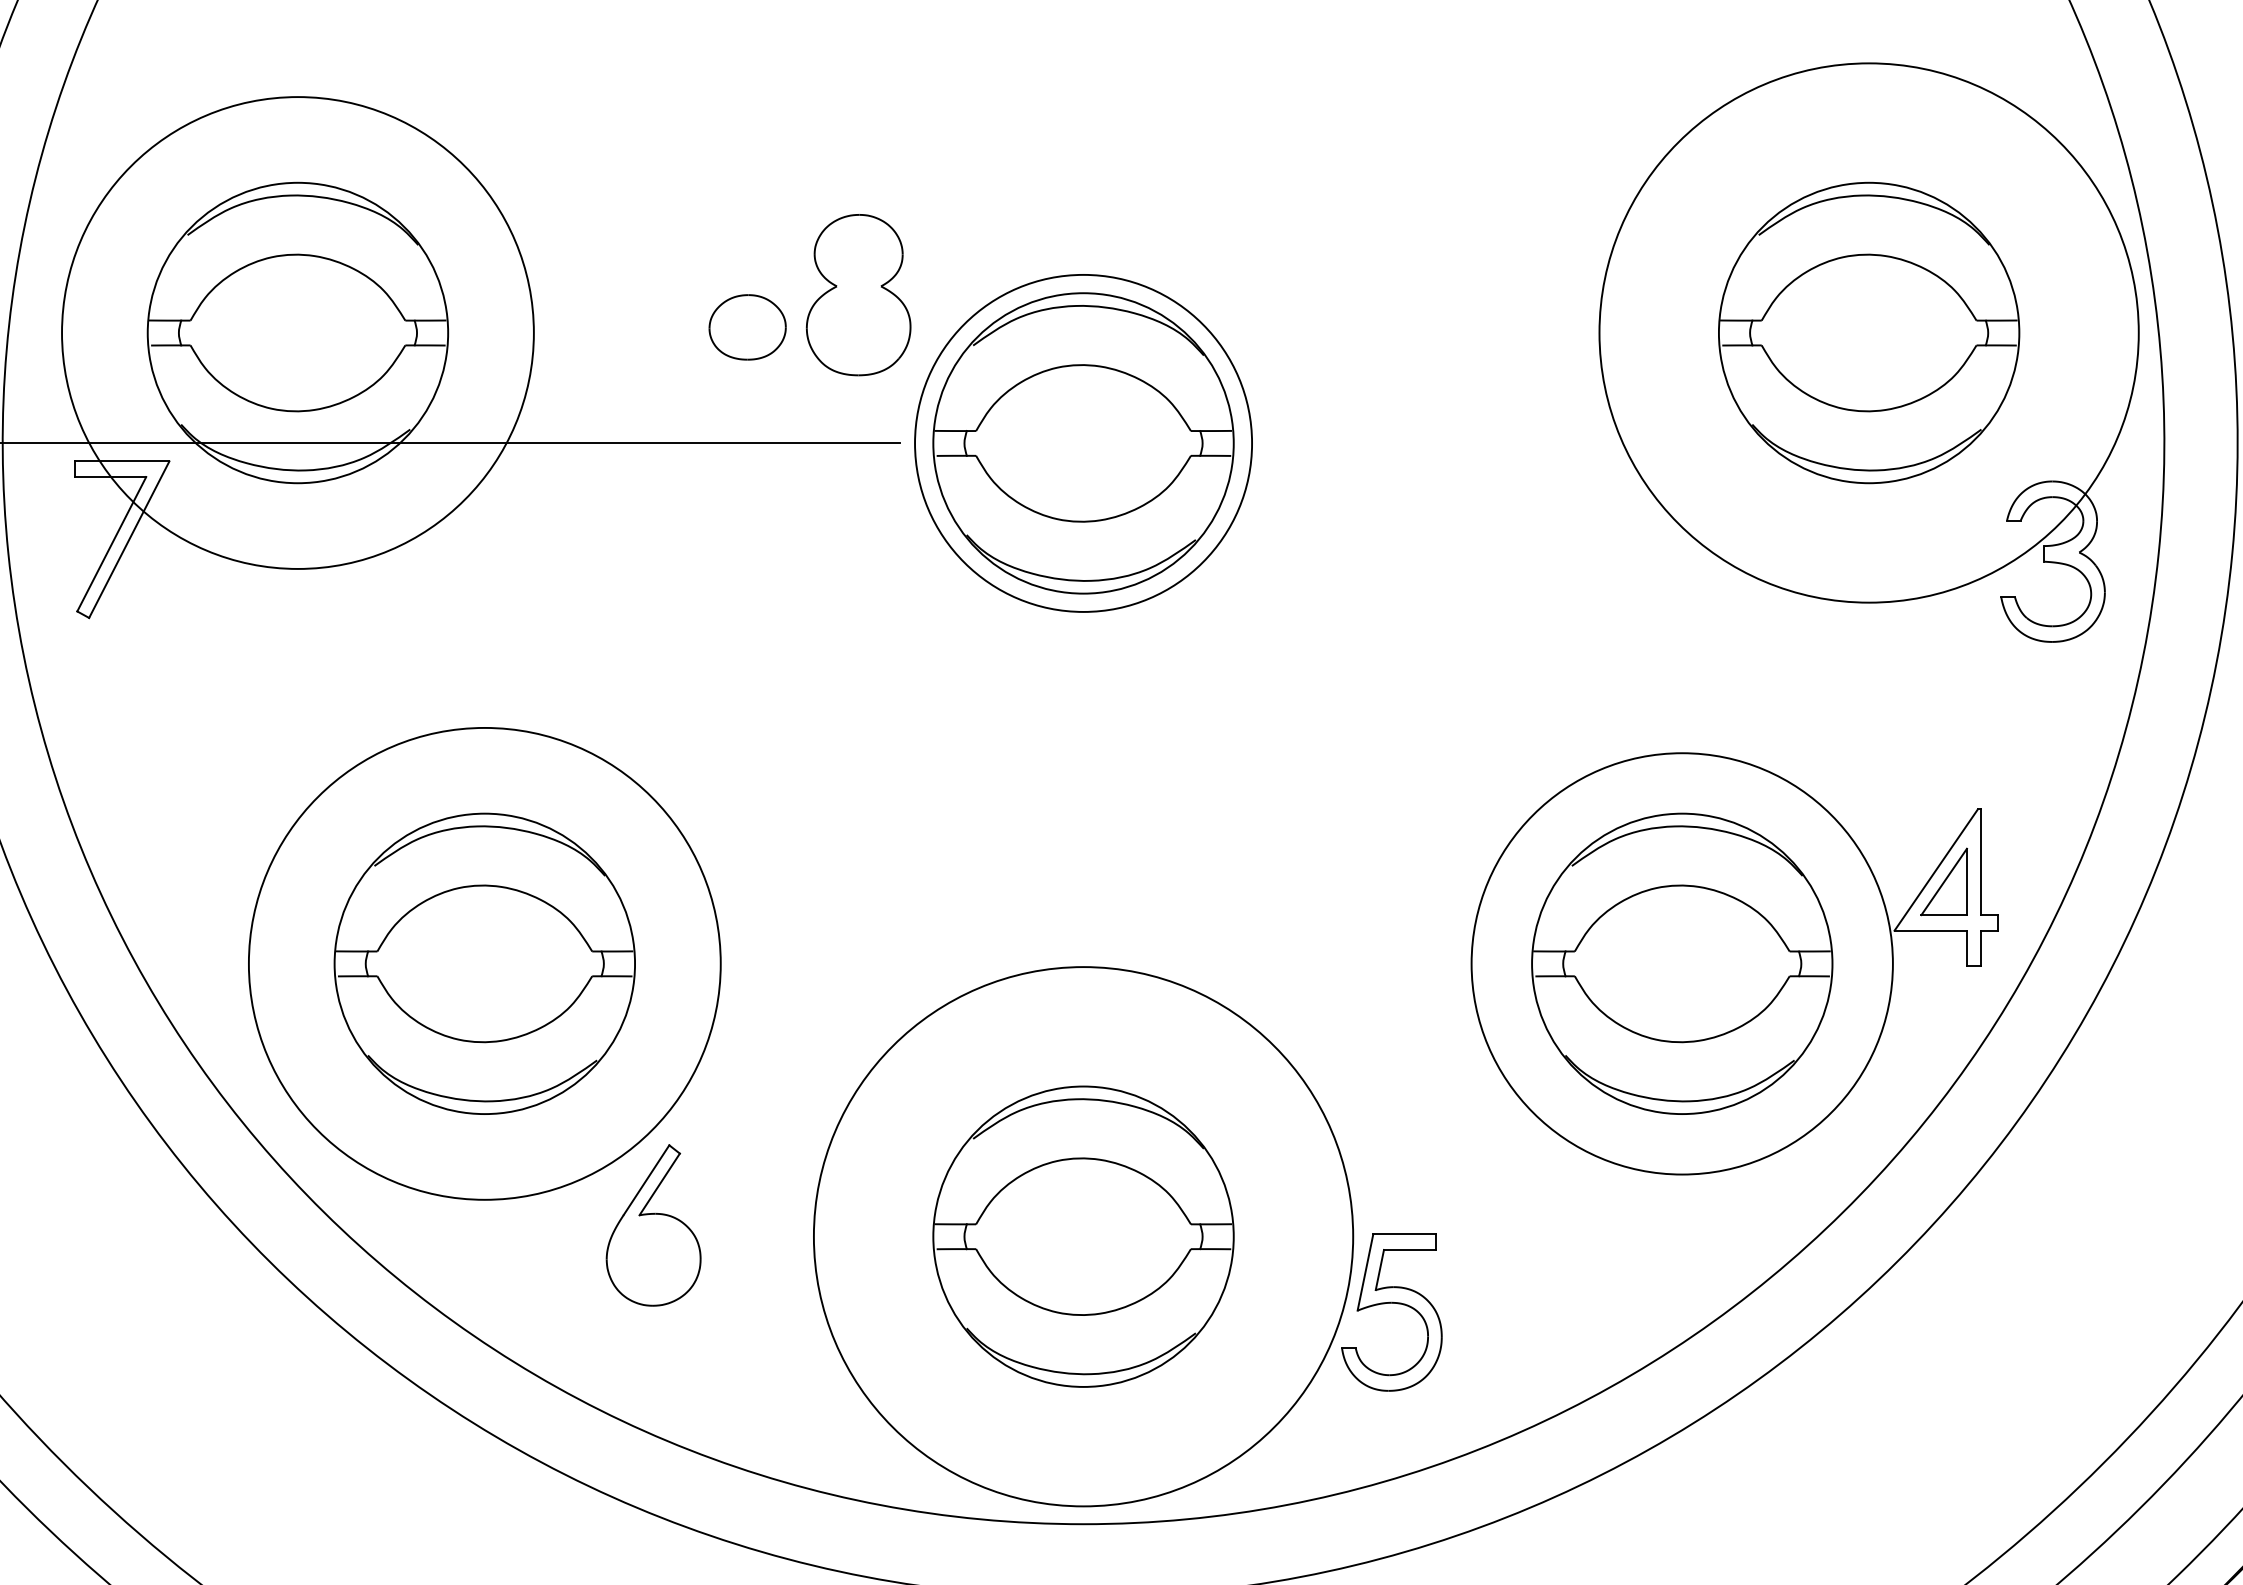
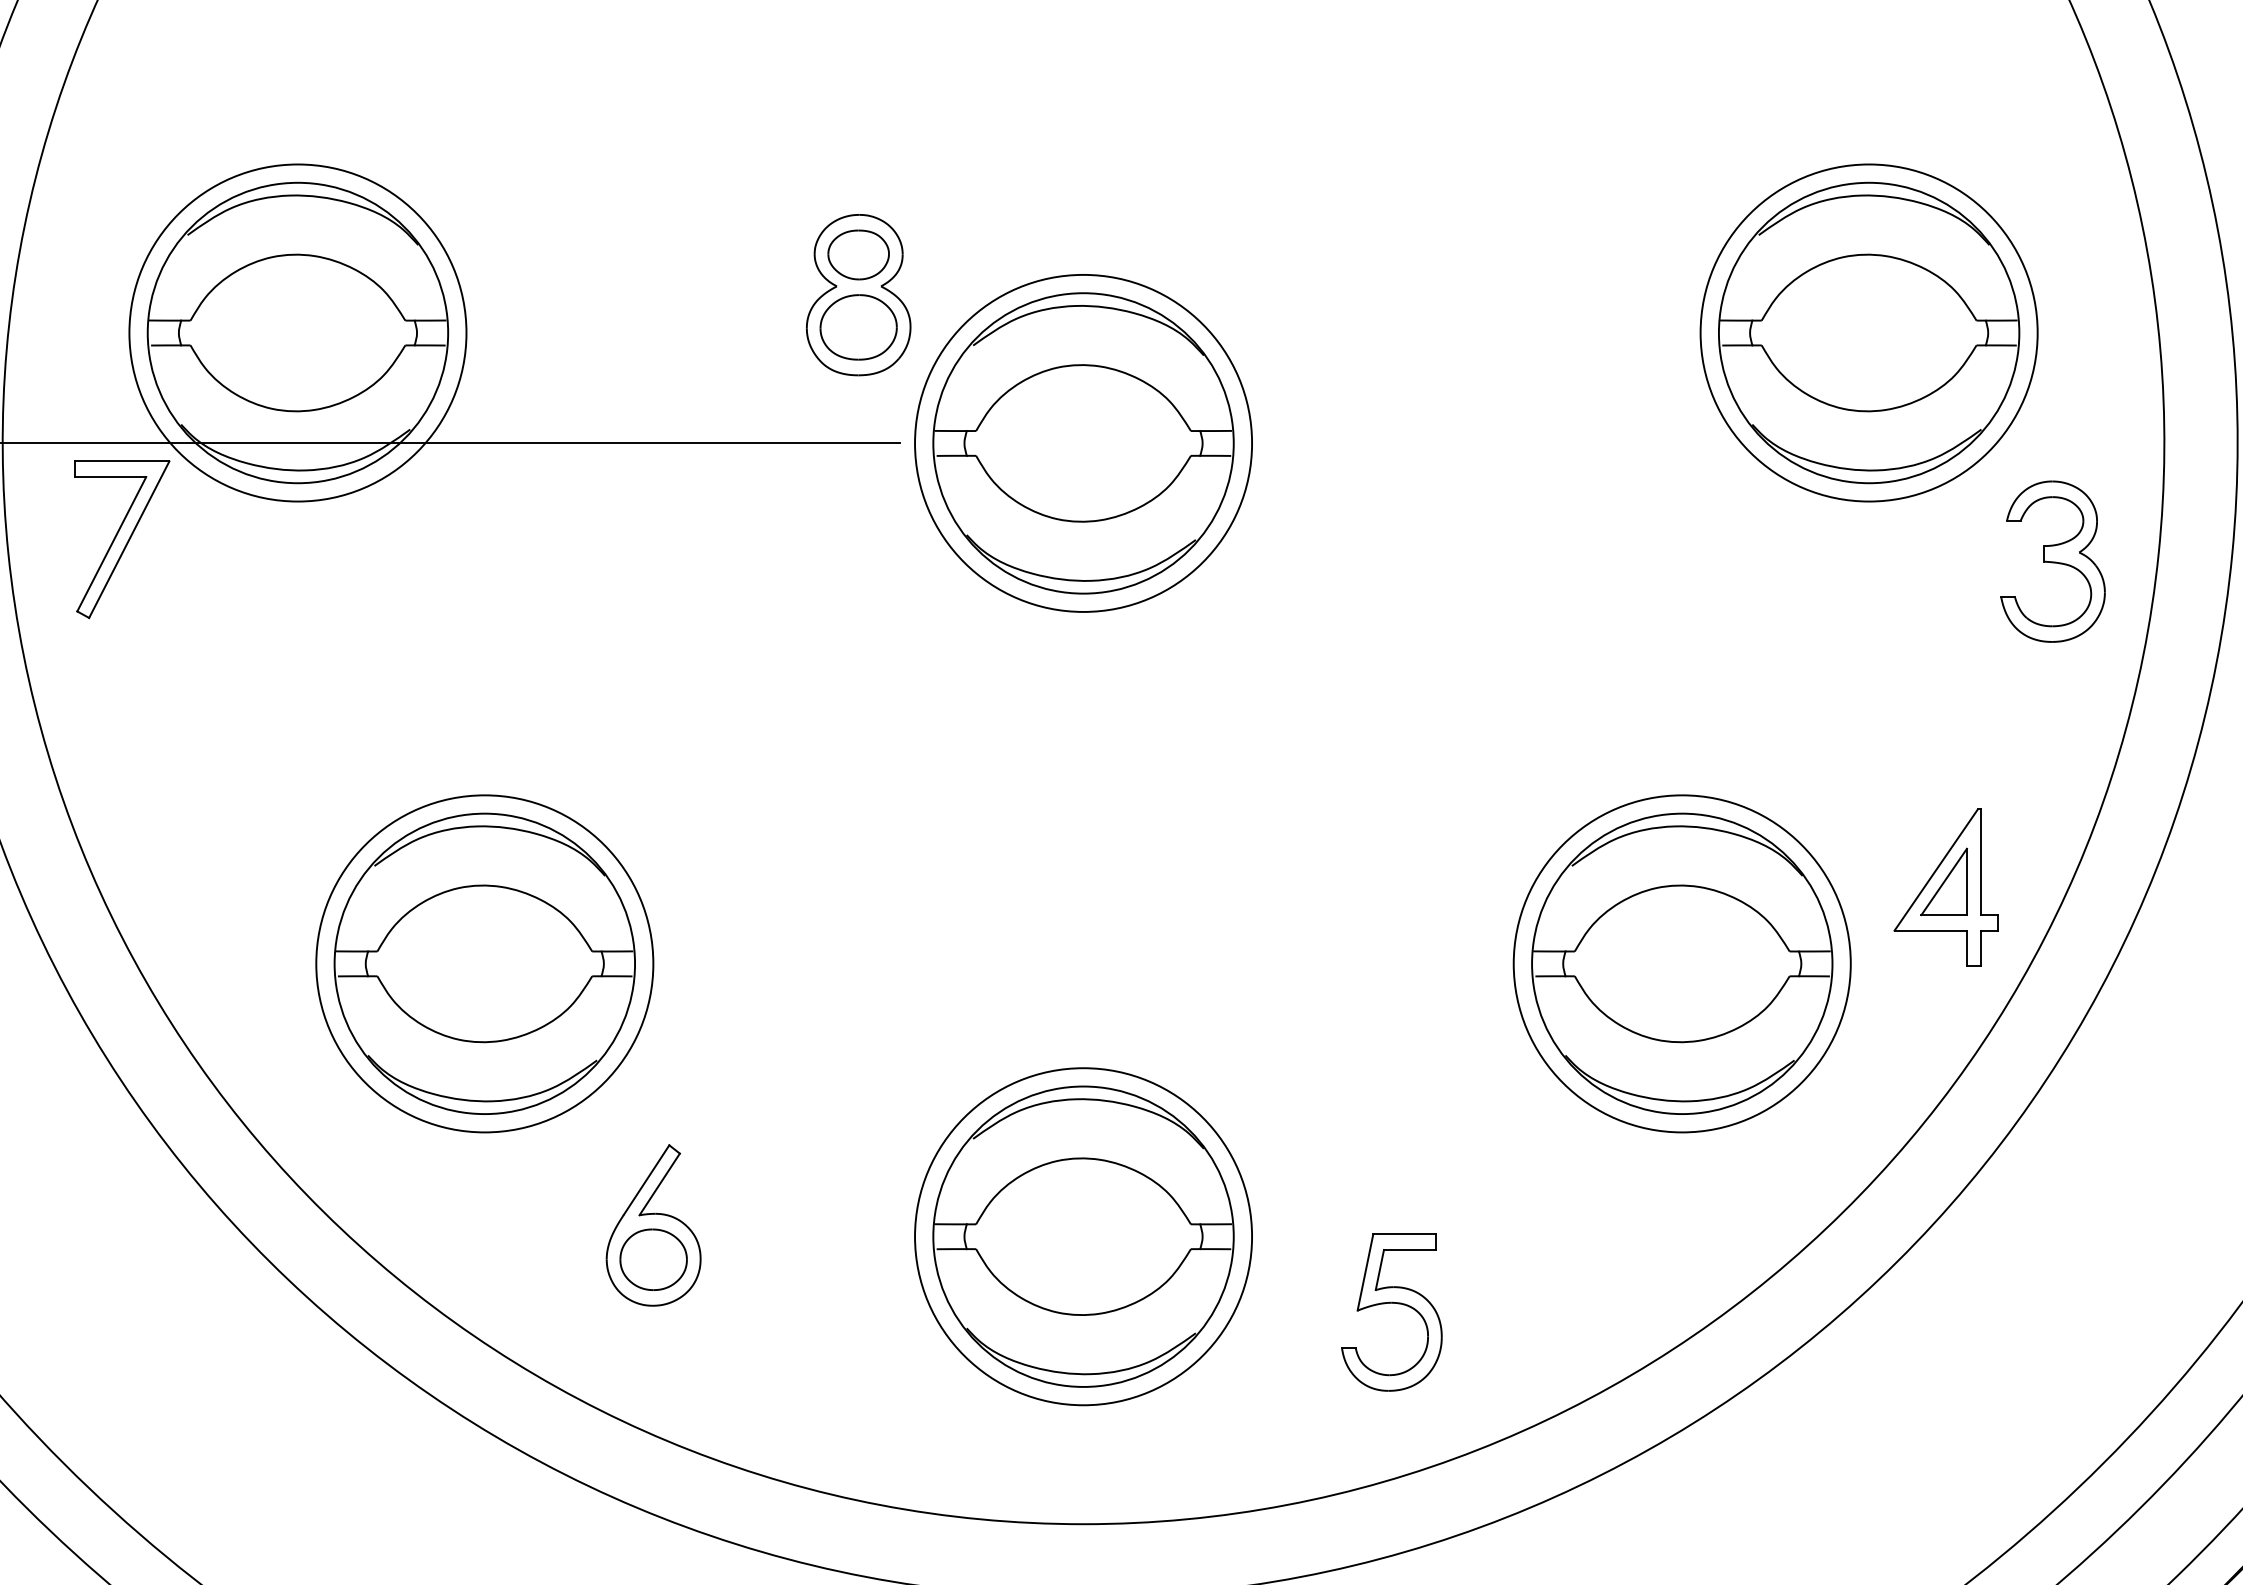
part at (858, 254): none -> present
part at (747, 327) position: (747, 327) -> (858, 327)
circle at (297, 332) diameter: 472 px -> 337 px
circle at (1868, 332) diameter: 539 px -> 337 px
circle at (484, 963) diameter: 472 px -> 337 px
circle at (1681, 963) diameter: 421 px -> 337 px
circle at (1083, 1236) diameter: 539 px -> 337 px
part at (653, 1259): none -> present
